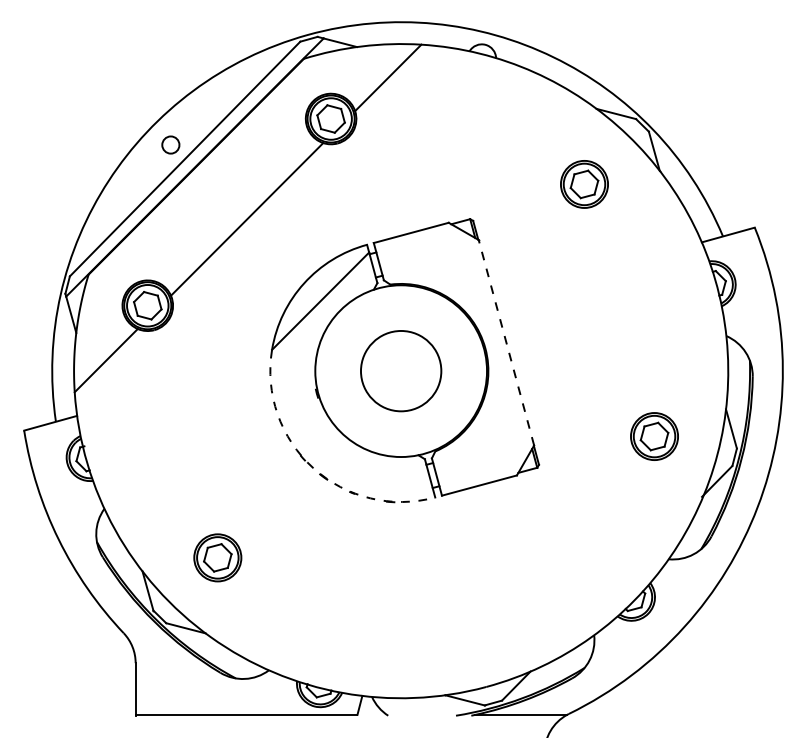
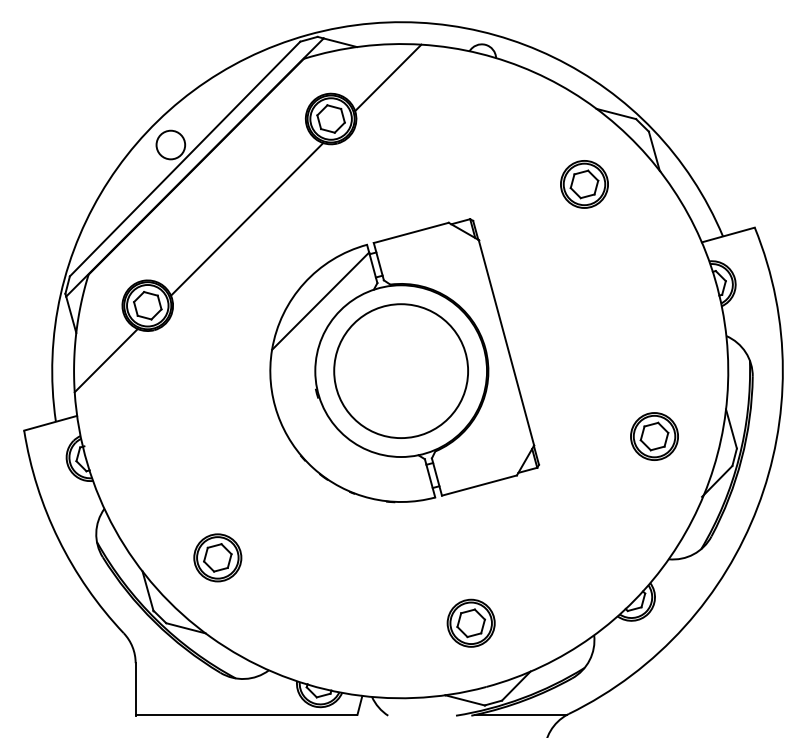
circle at (170, 144) diameter: 17 px -> 29 px
line at (506, 342): dashed -> solid
circle at (400, 370) diameter: 80 px -> 134 px
arc at (313, 468): dashed -> solid
part at (470, 622): none -> present
